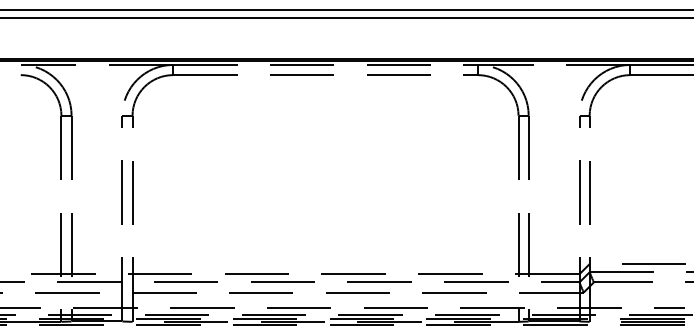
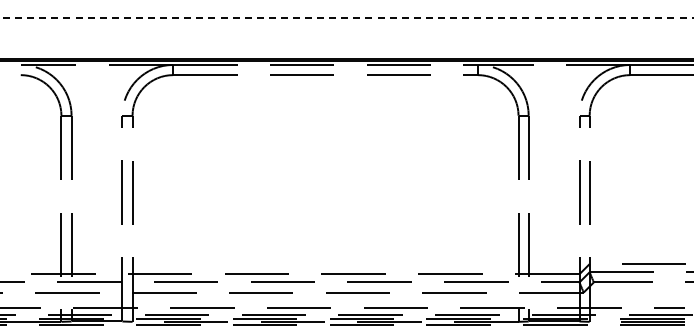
line at (346, 10): present -> none
line at (347, 18): solid -> dashed
